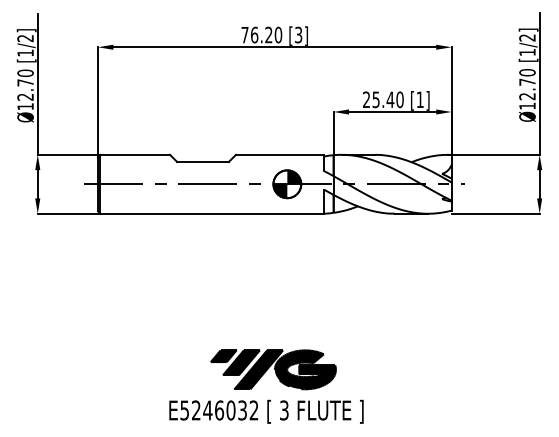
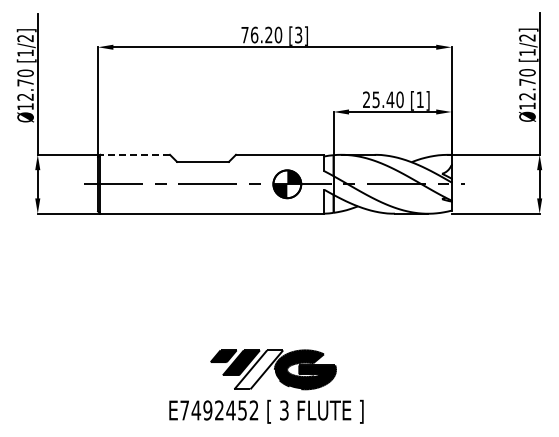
line at (135, 154): solid -> dashed
fill at (258, 369): present -> none
text at (213, 410): E5246032 -> E7492452
